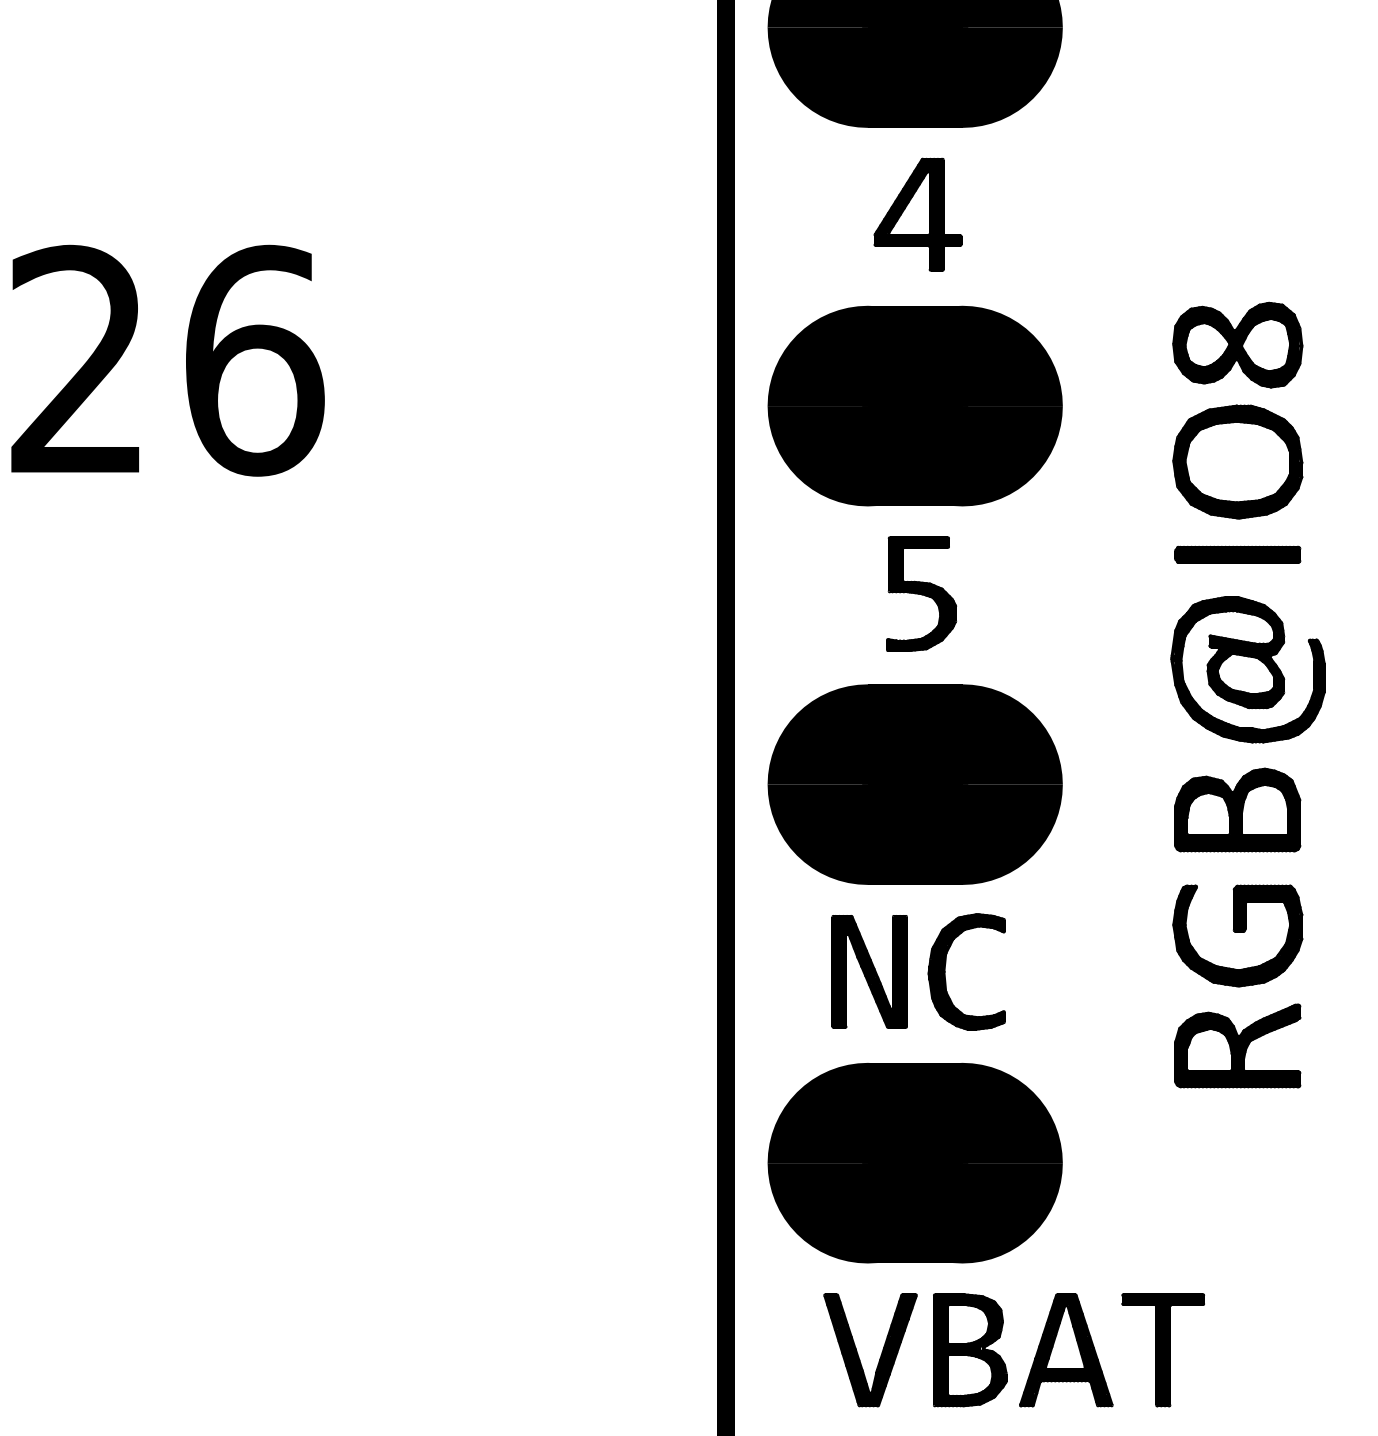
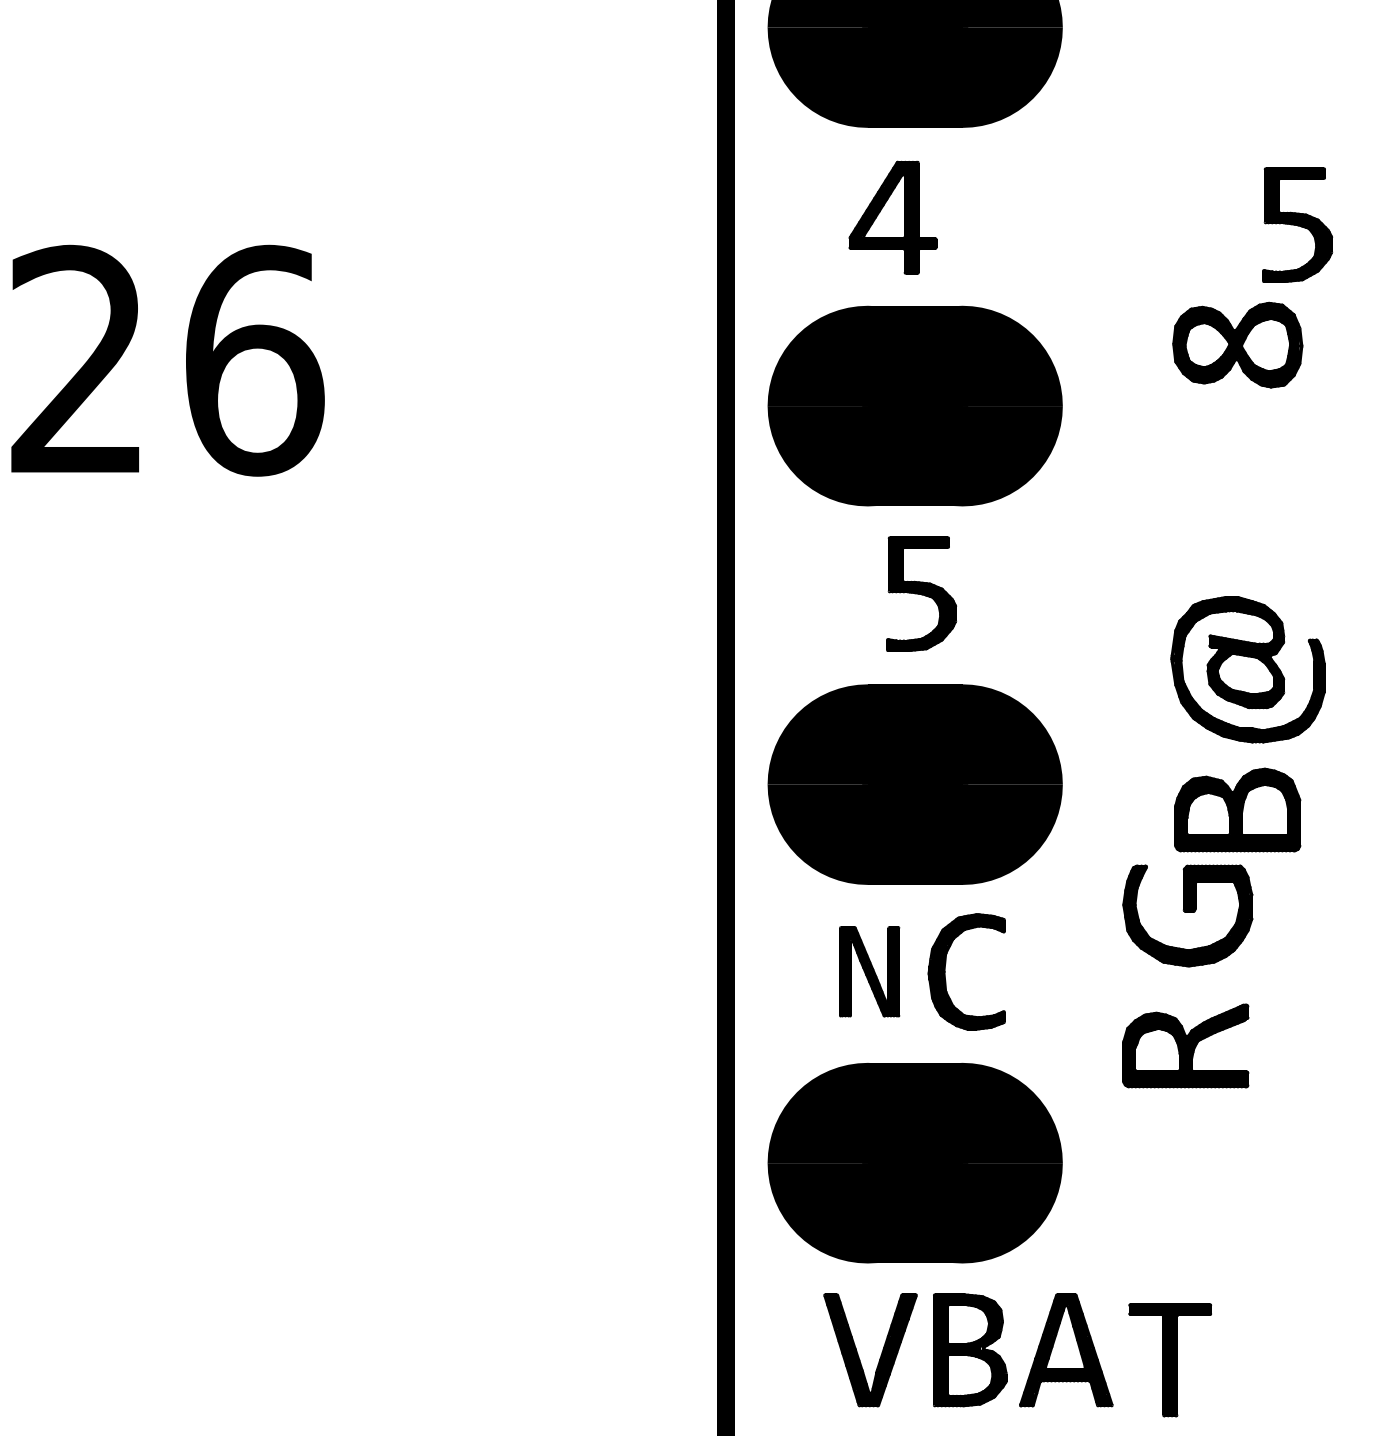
part at (917, 214) position: (917, 214) -> (892, 217)
part at (1297, 224): none -> present
part at (1237, 461): present -> none
part at (1237, 554): present -> none
part at (1237, 935) position: (1237, 935) -> (1187, 915)
part at (869, 971) size: 77x114 px -> 62x92 px
part at (1237, 1045) position: (1237, 1045) -> (1185, 1045)
part at (1162, 1350) position: (1162, 1350) -> (1169, 1360)
